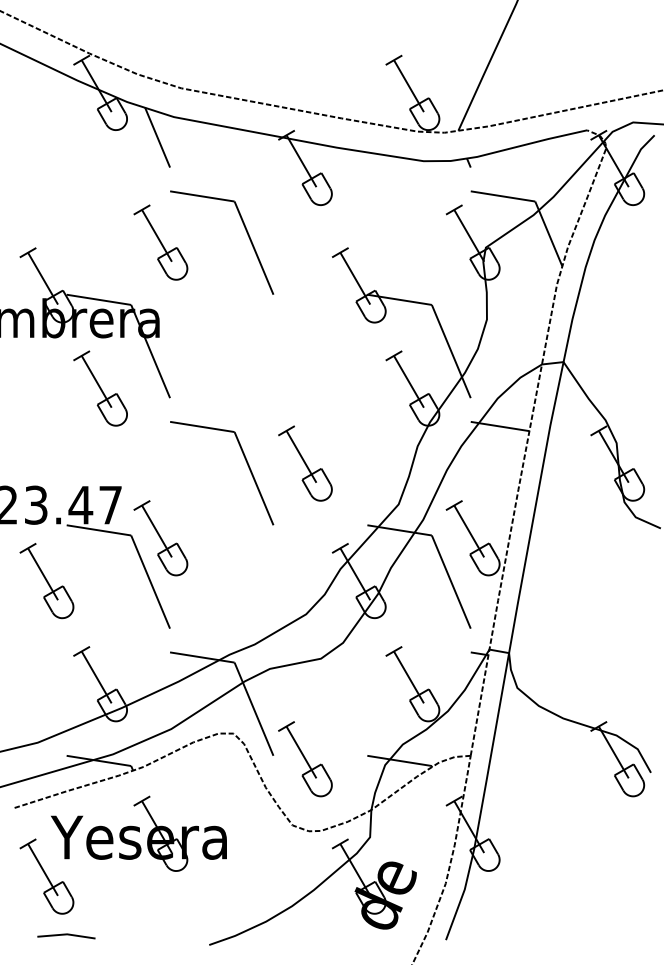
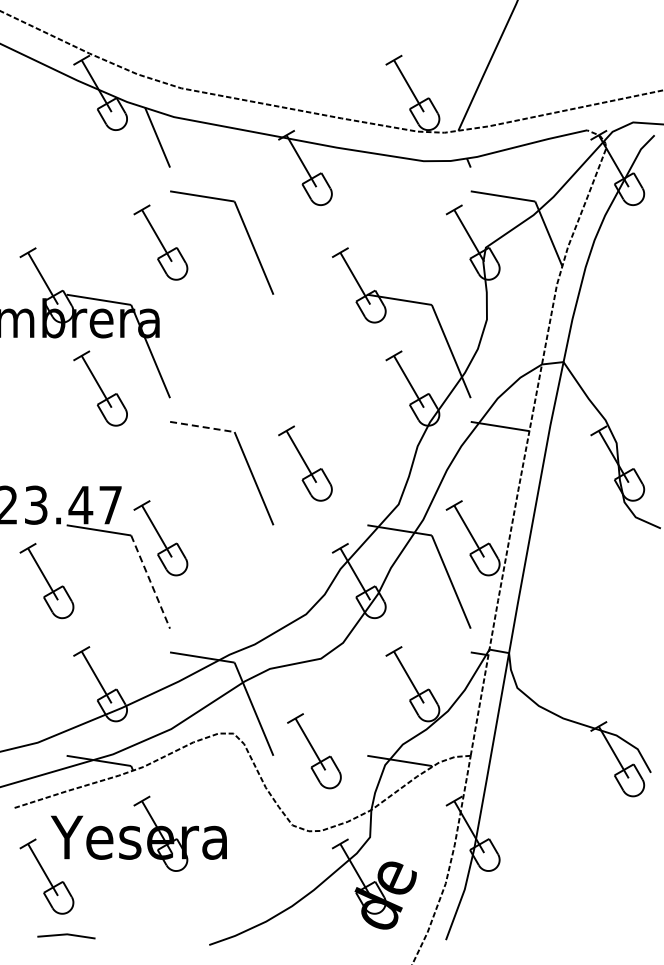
line at (202, 426): solid -> dashed
line at (150, 582): solid -> dashed
part at (305, 759) position: (305, 759) -> (314, 751)
